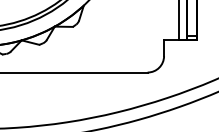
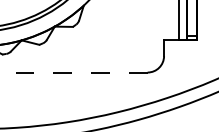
line at (73, 72): solid -> dashed
